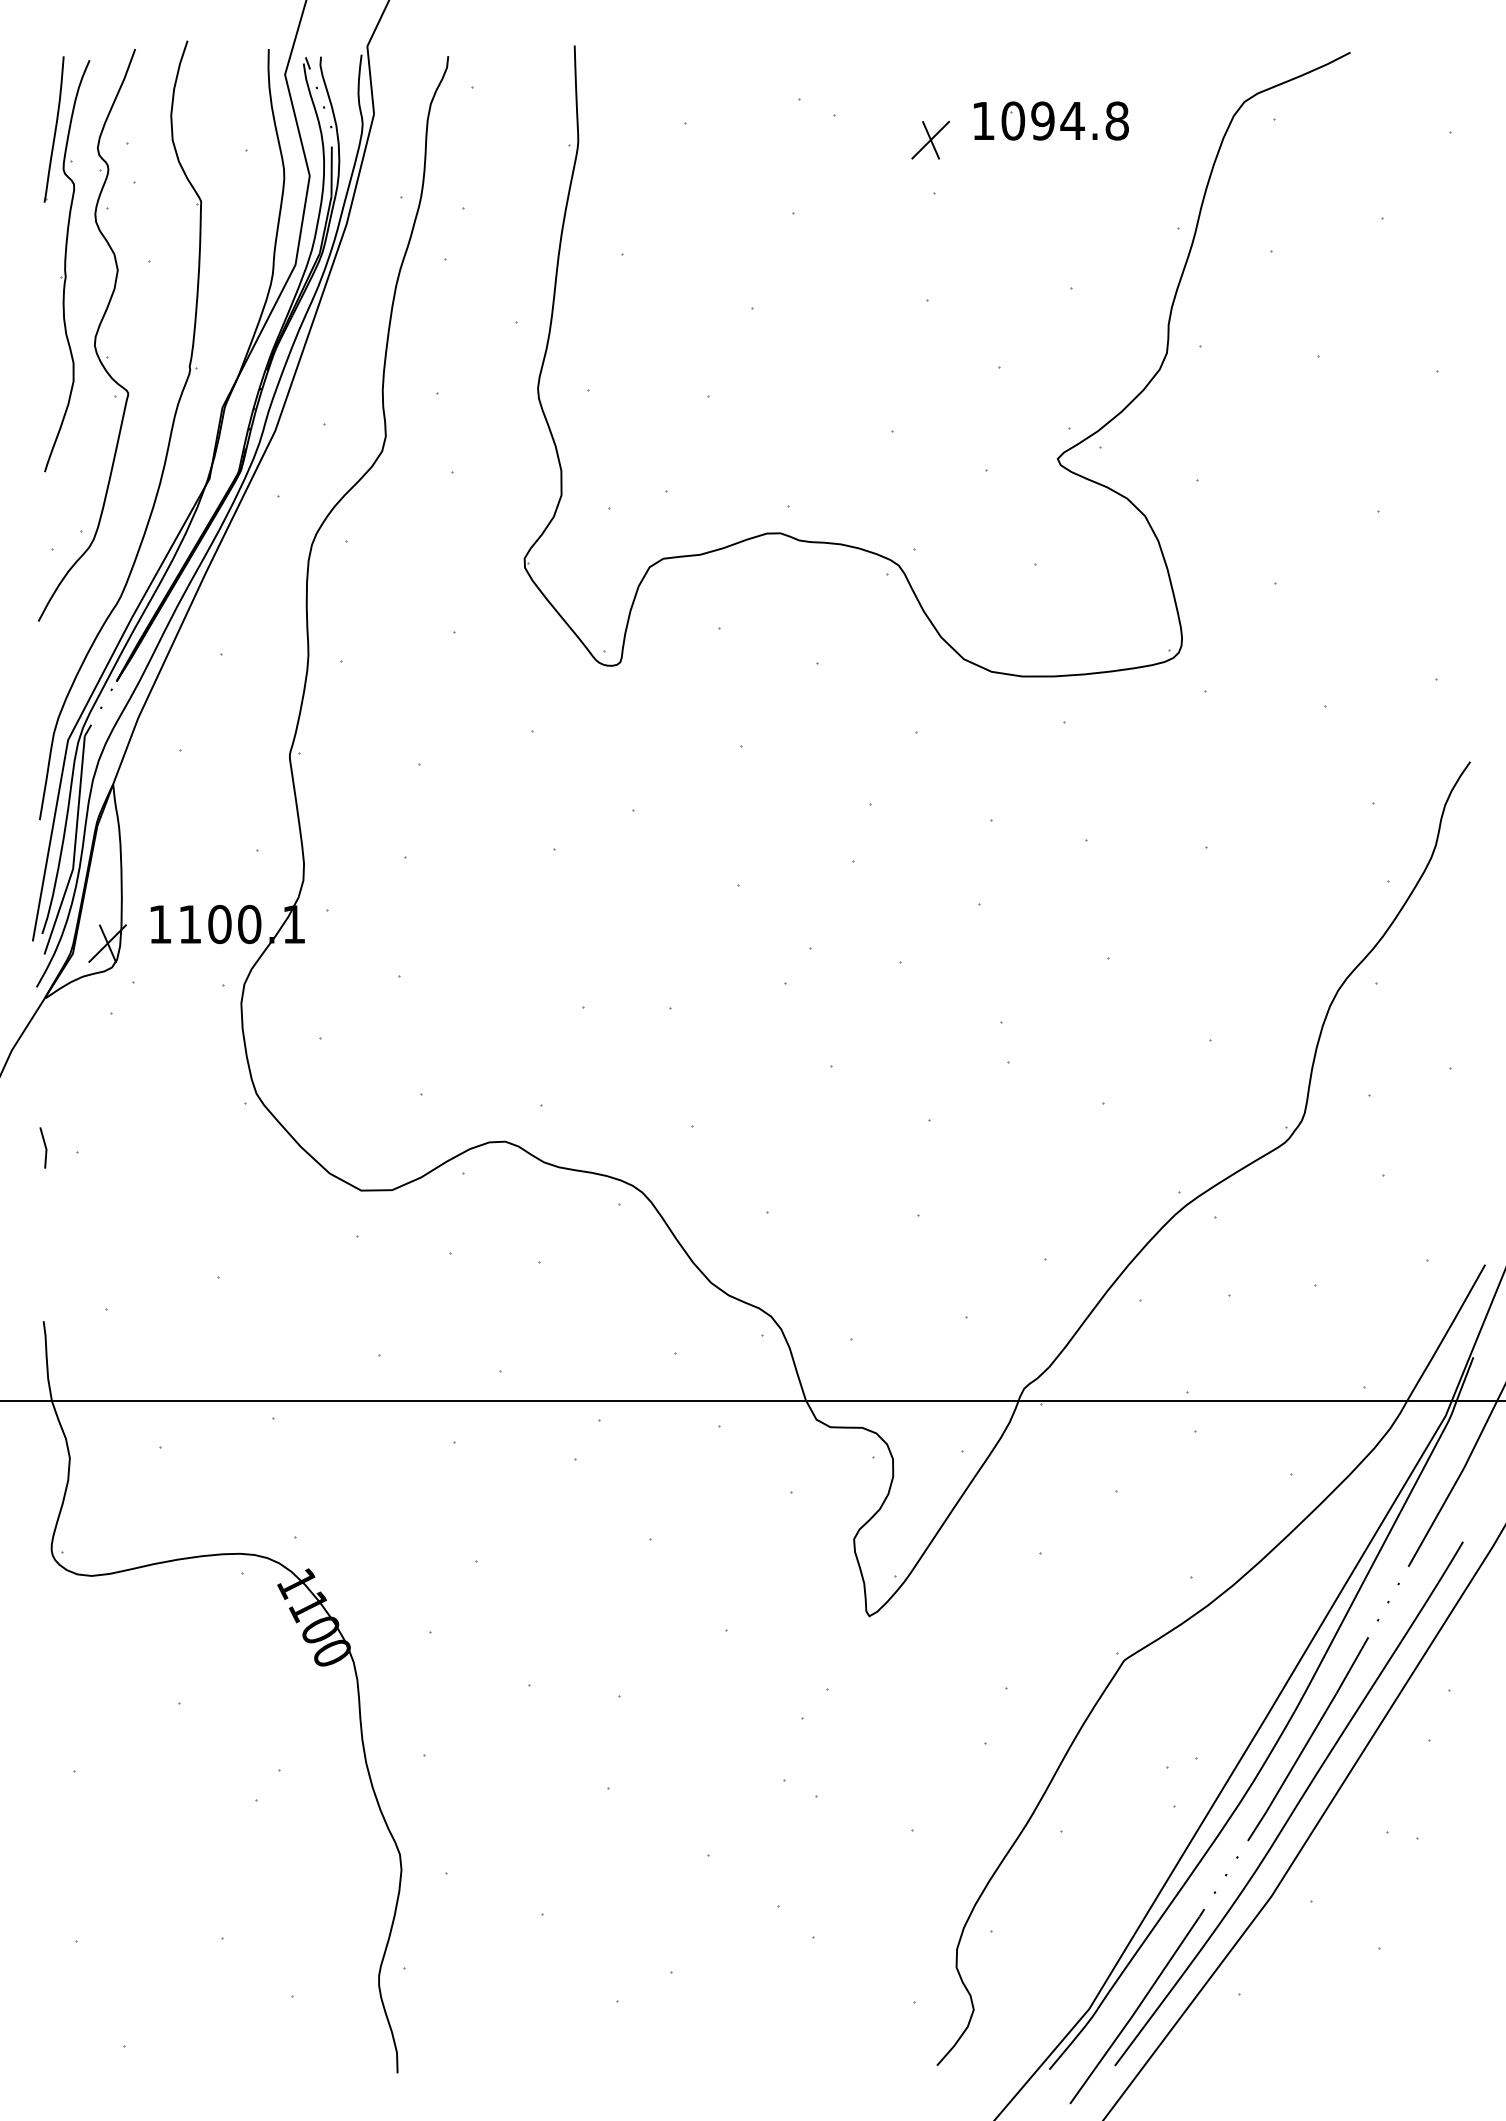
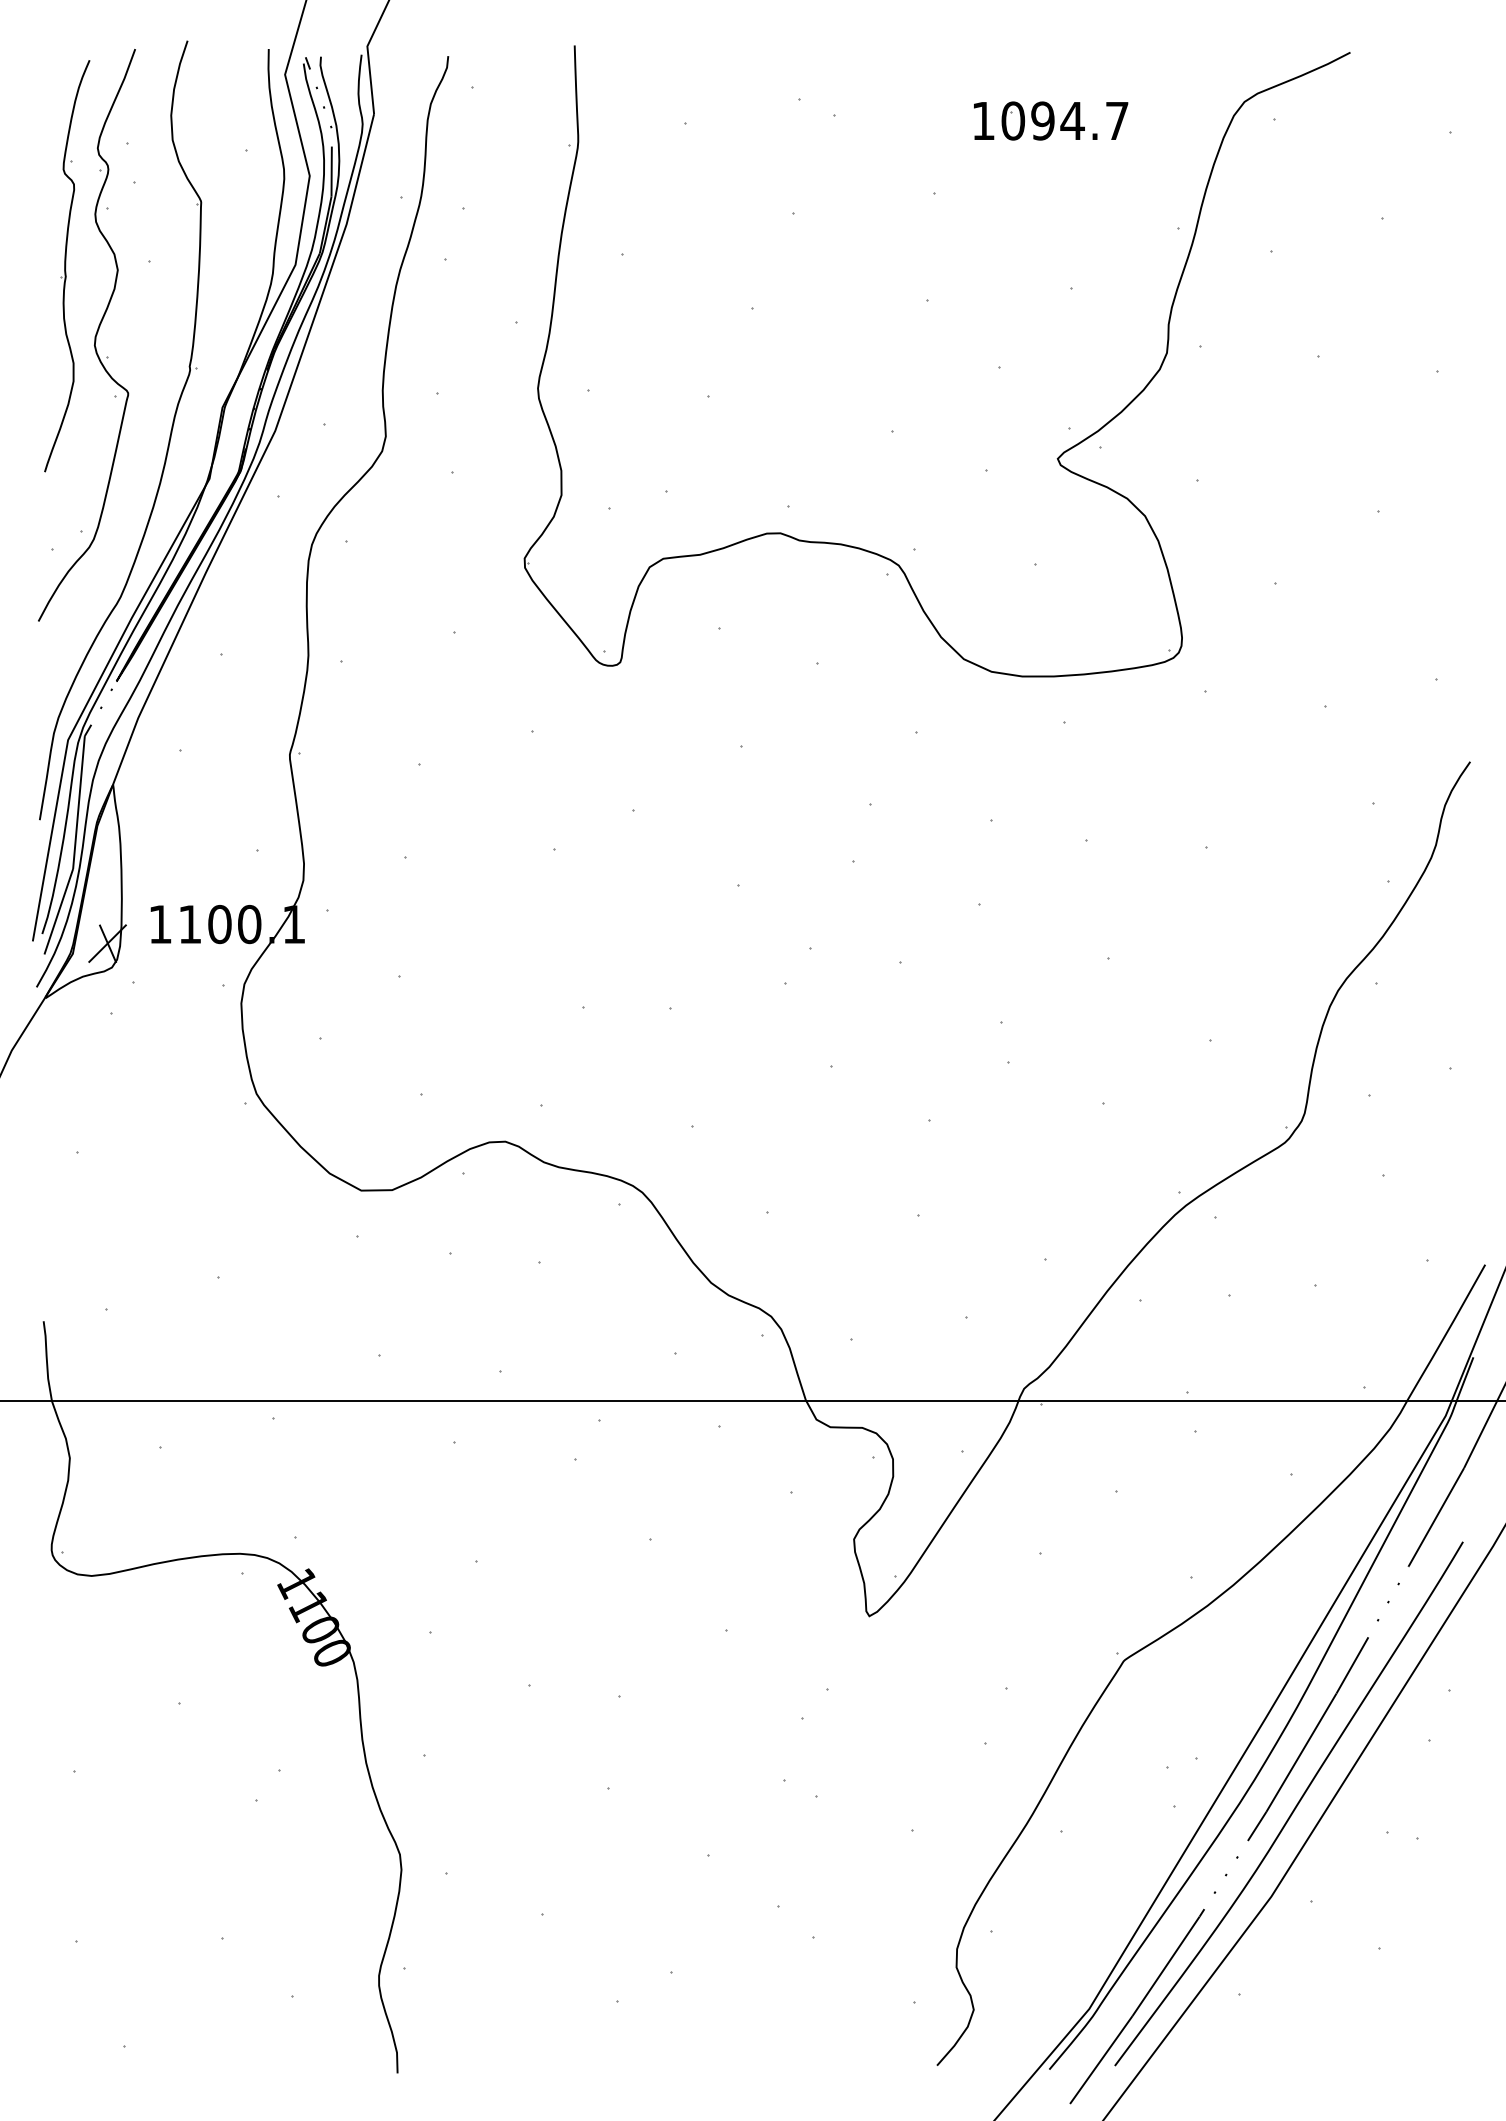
text at (1116, 120): 1094.8 -> 1094.7
part at (53, 129): present -> none
part at (930, 140): present -> none
line at (44, 1146): present -> none
